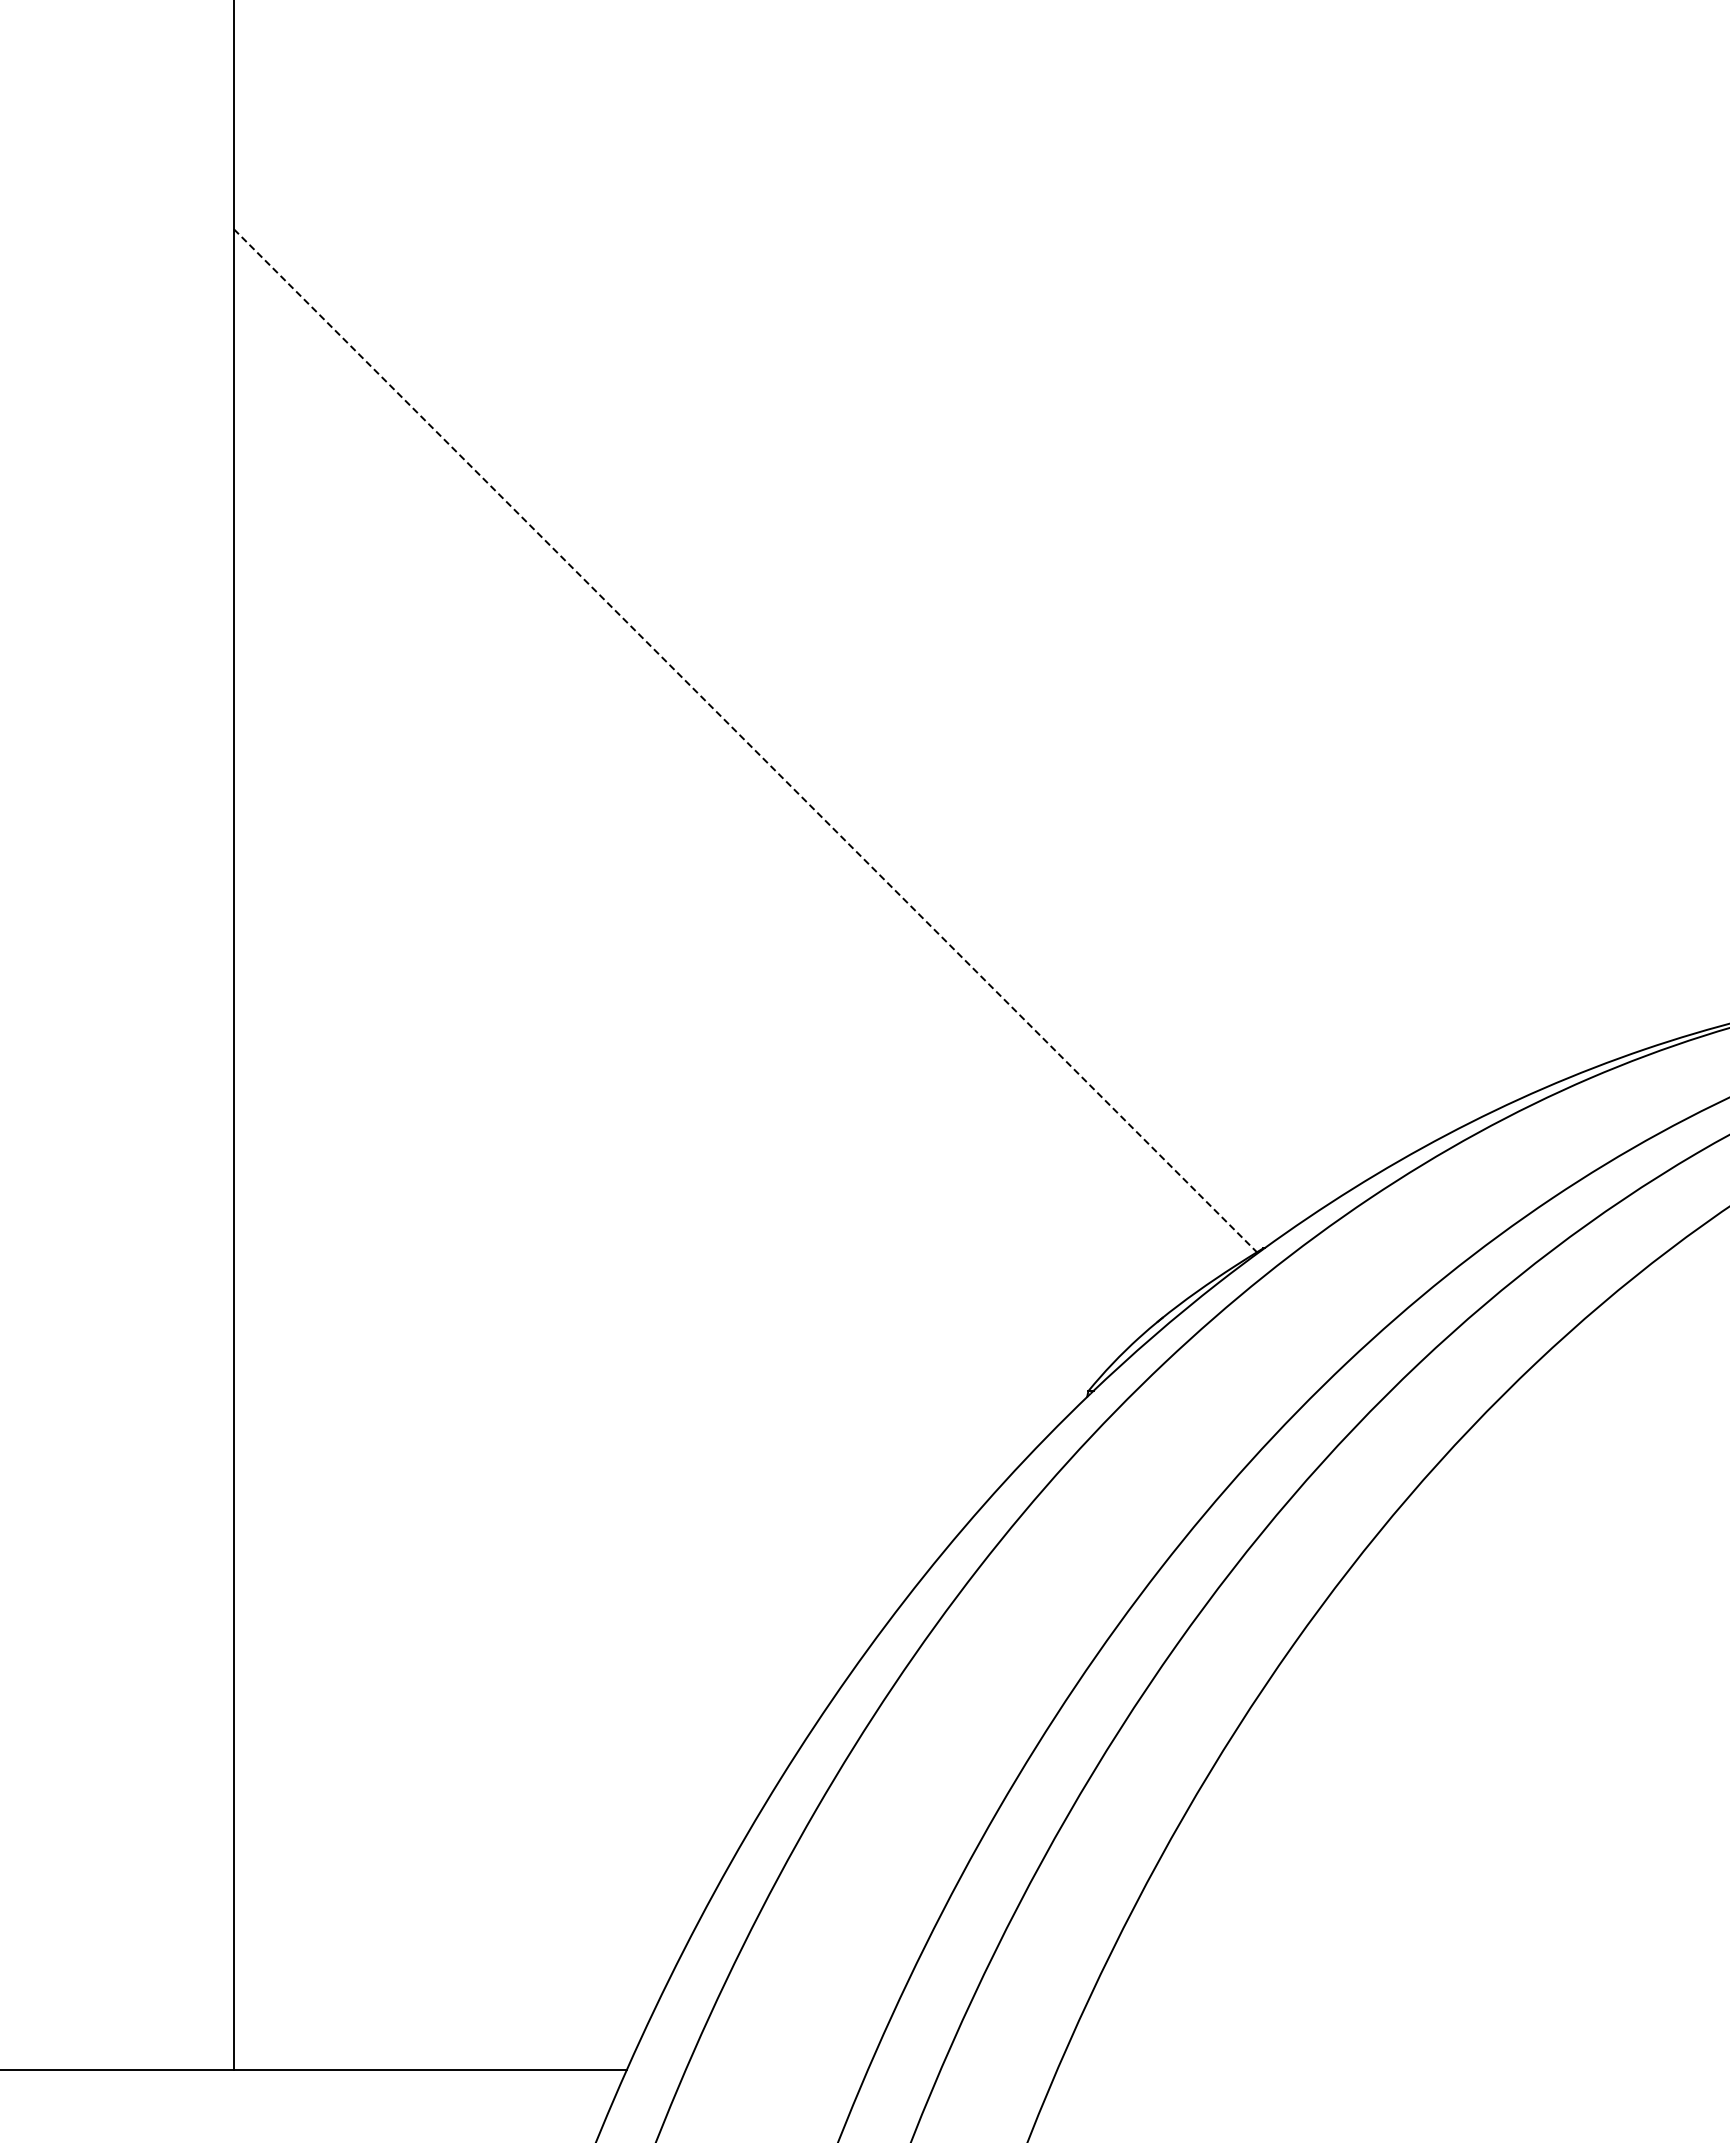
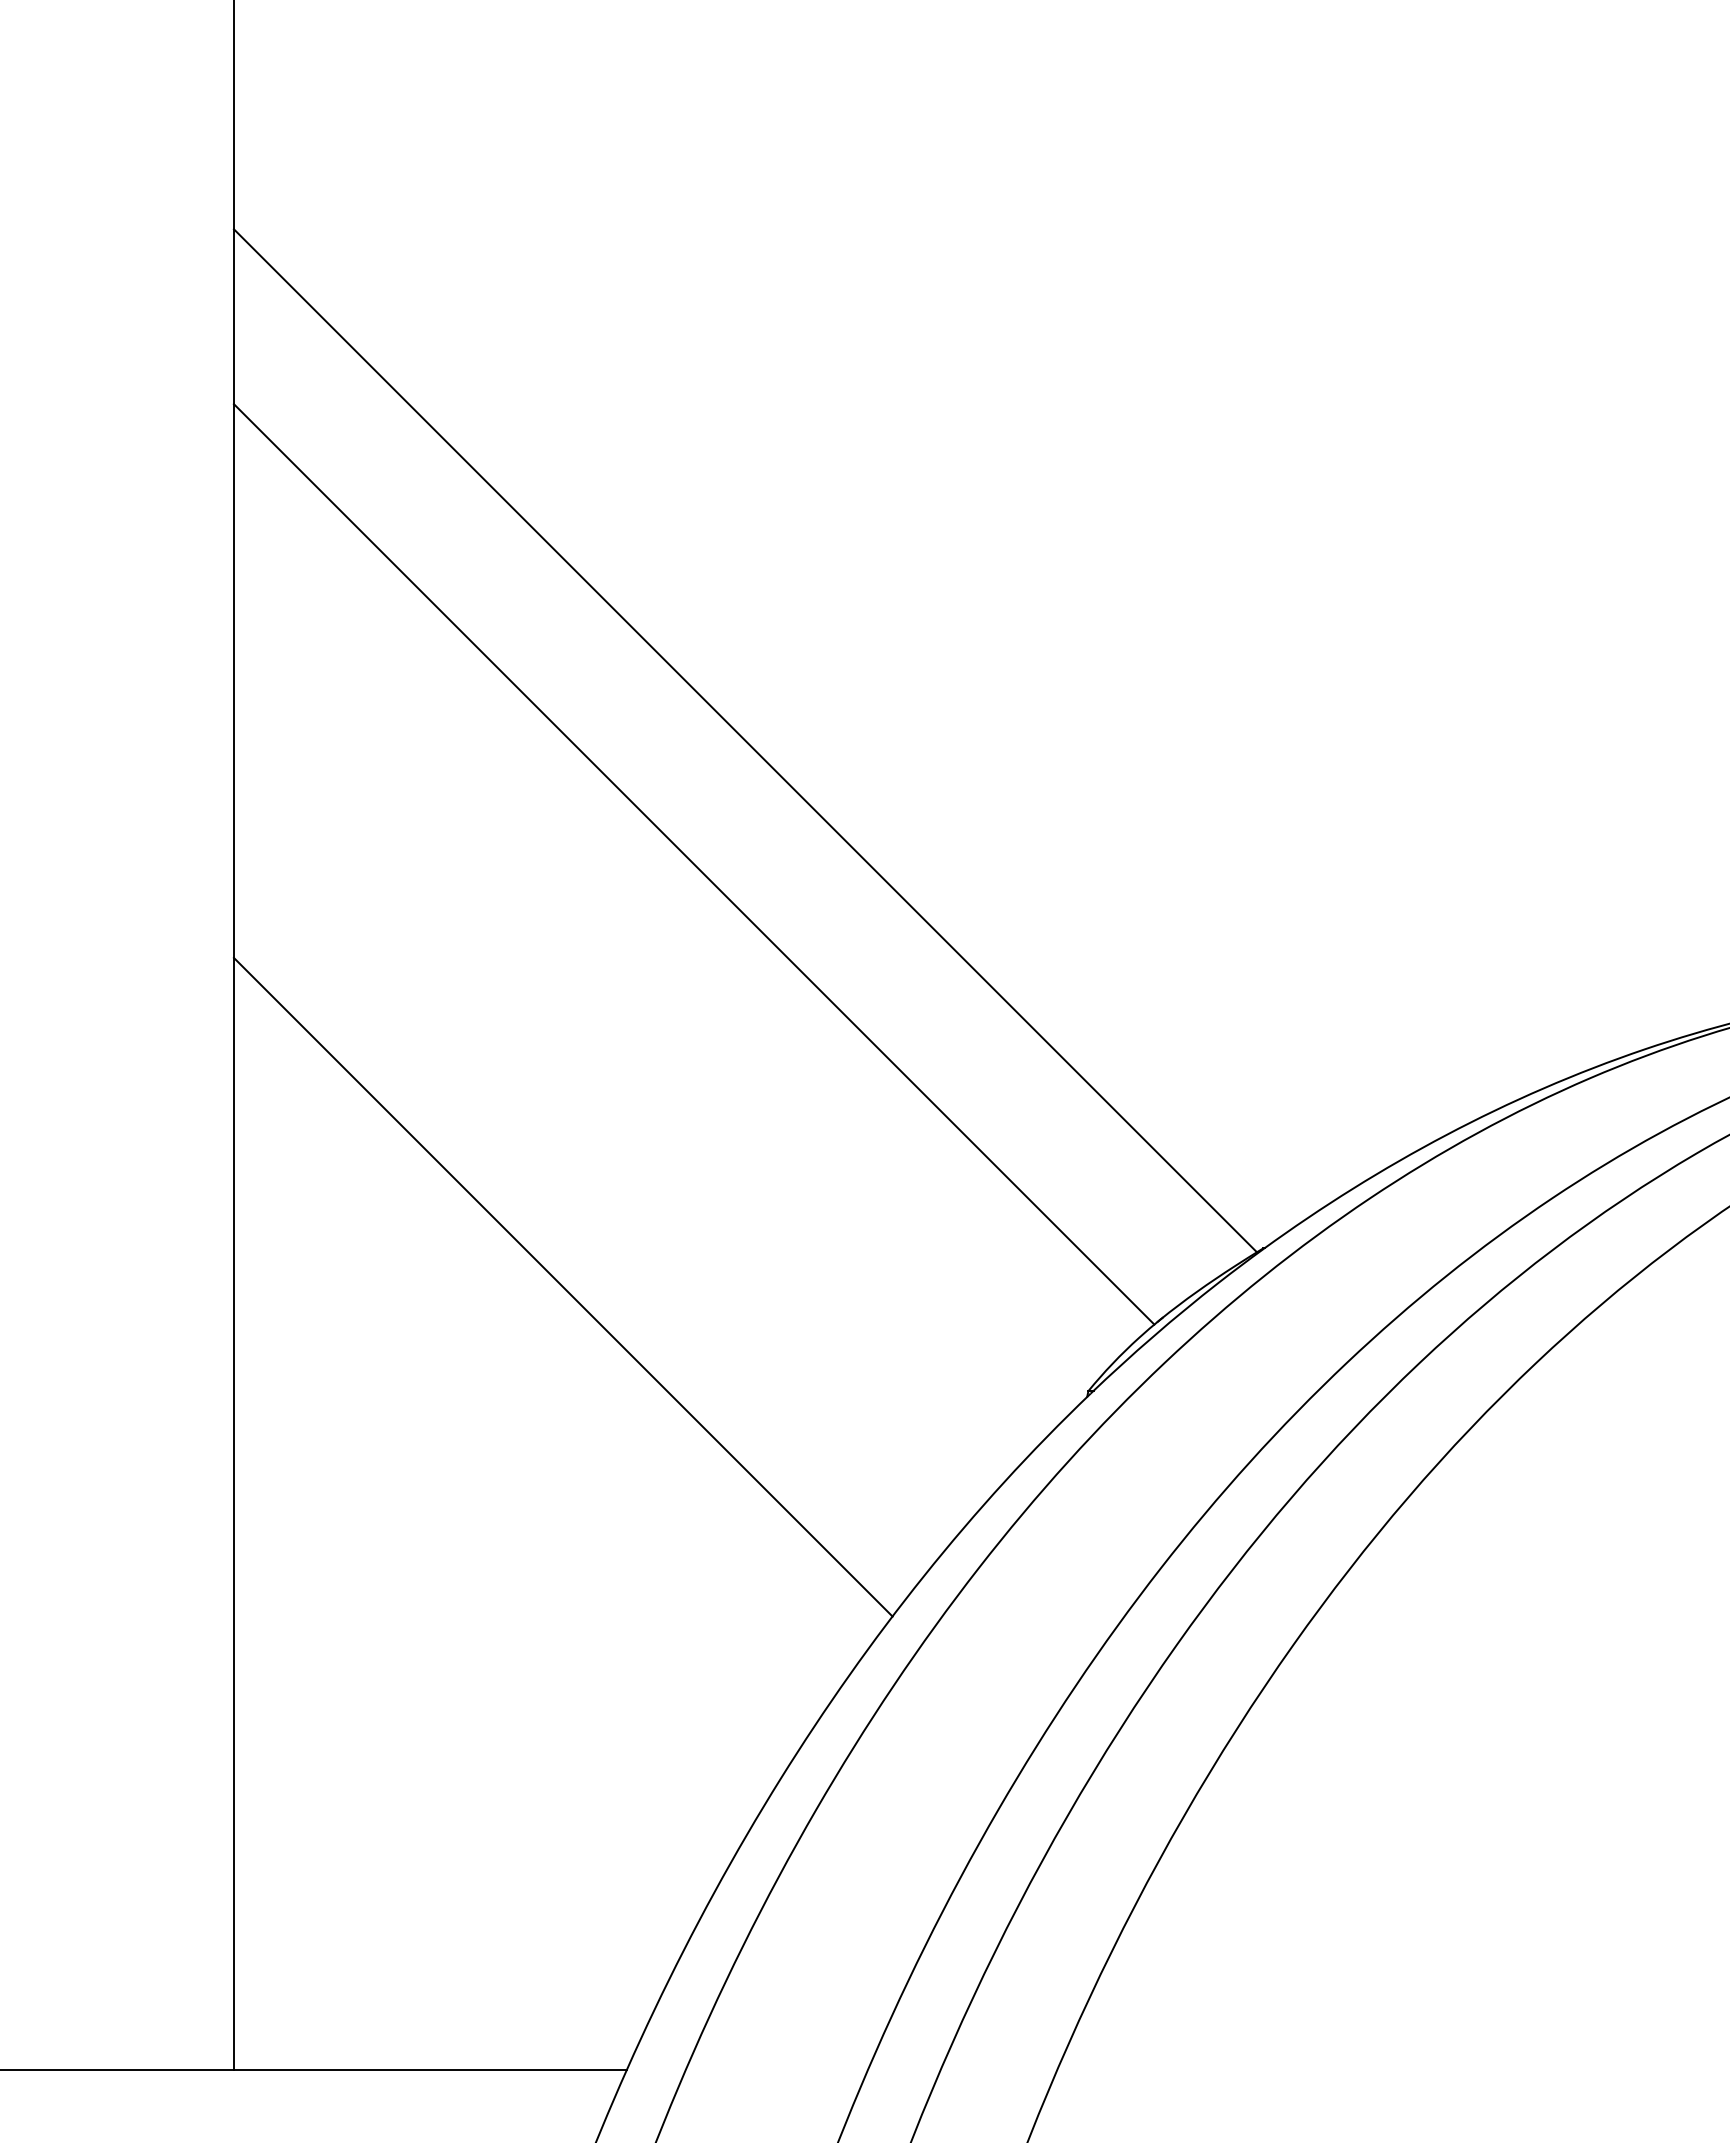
line at (745, 741): dashed -> solid
line at (693, 864): none -> present
line at (562, 1286): none -> present
